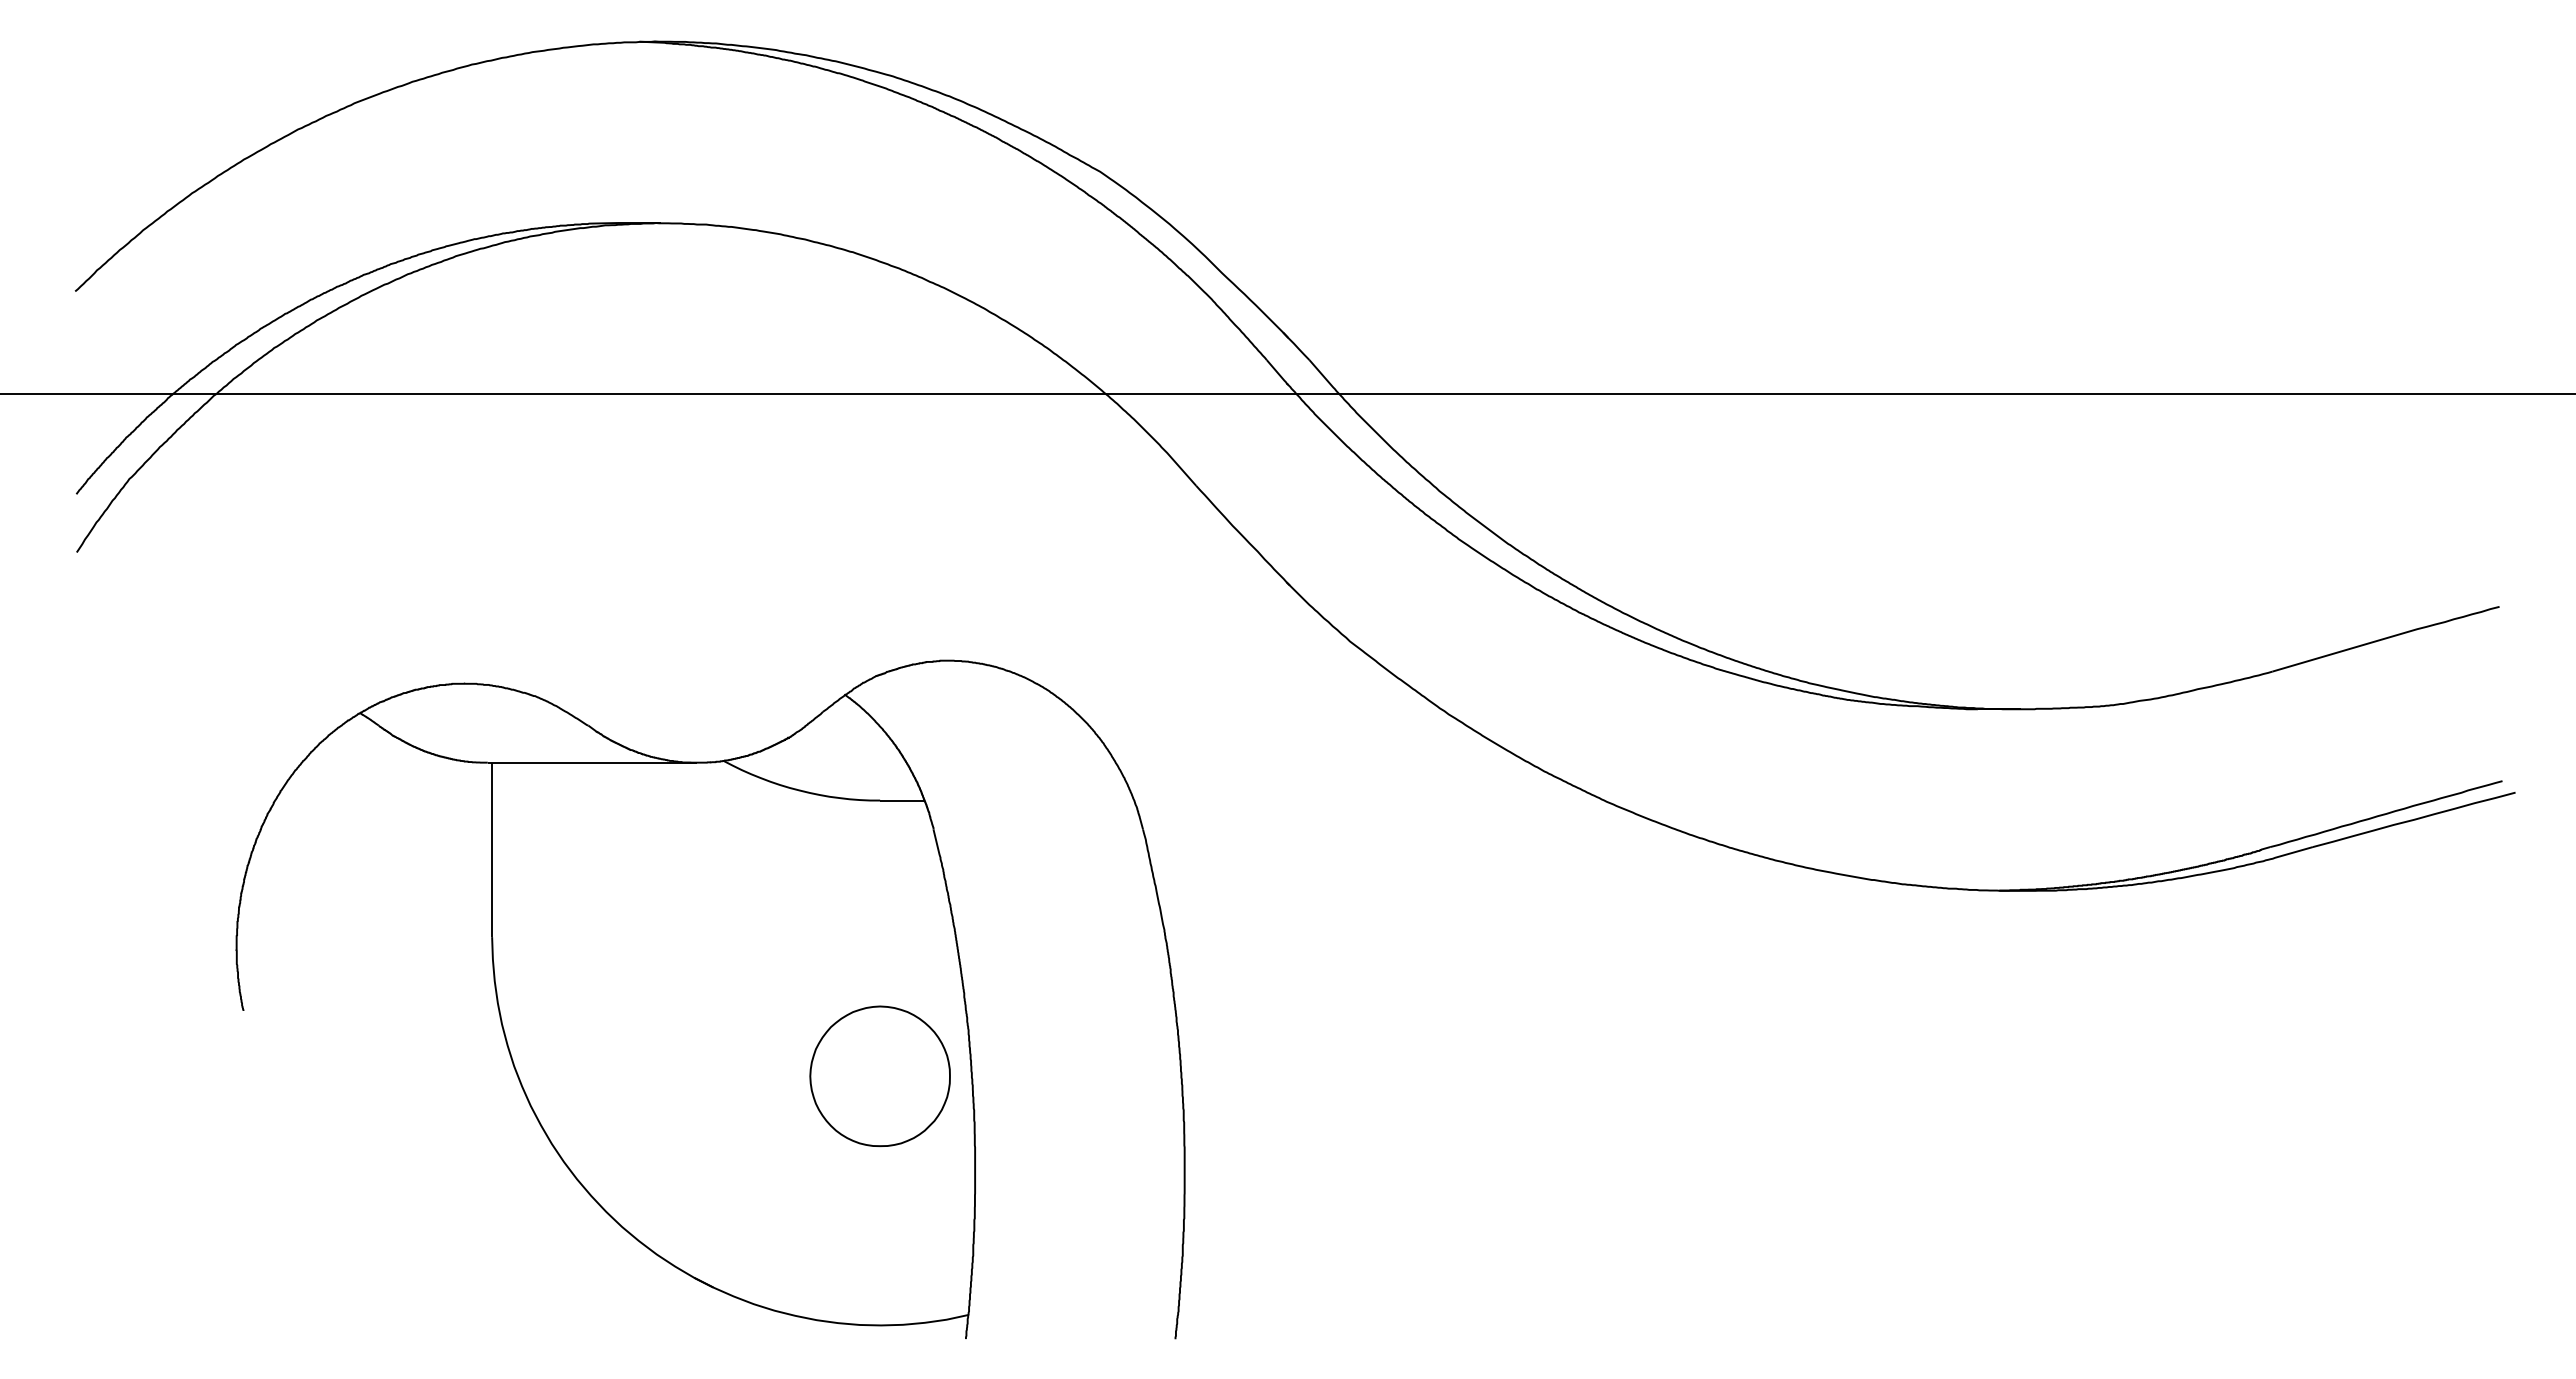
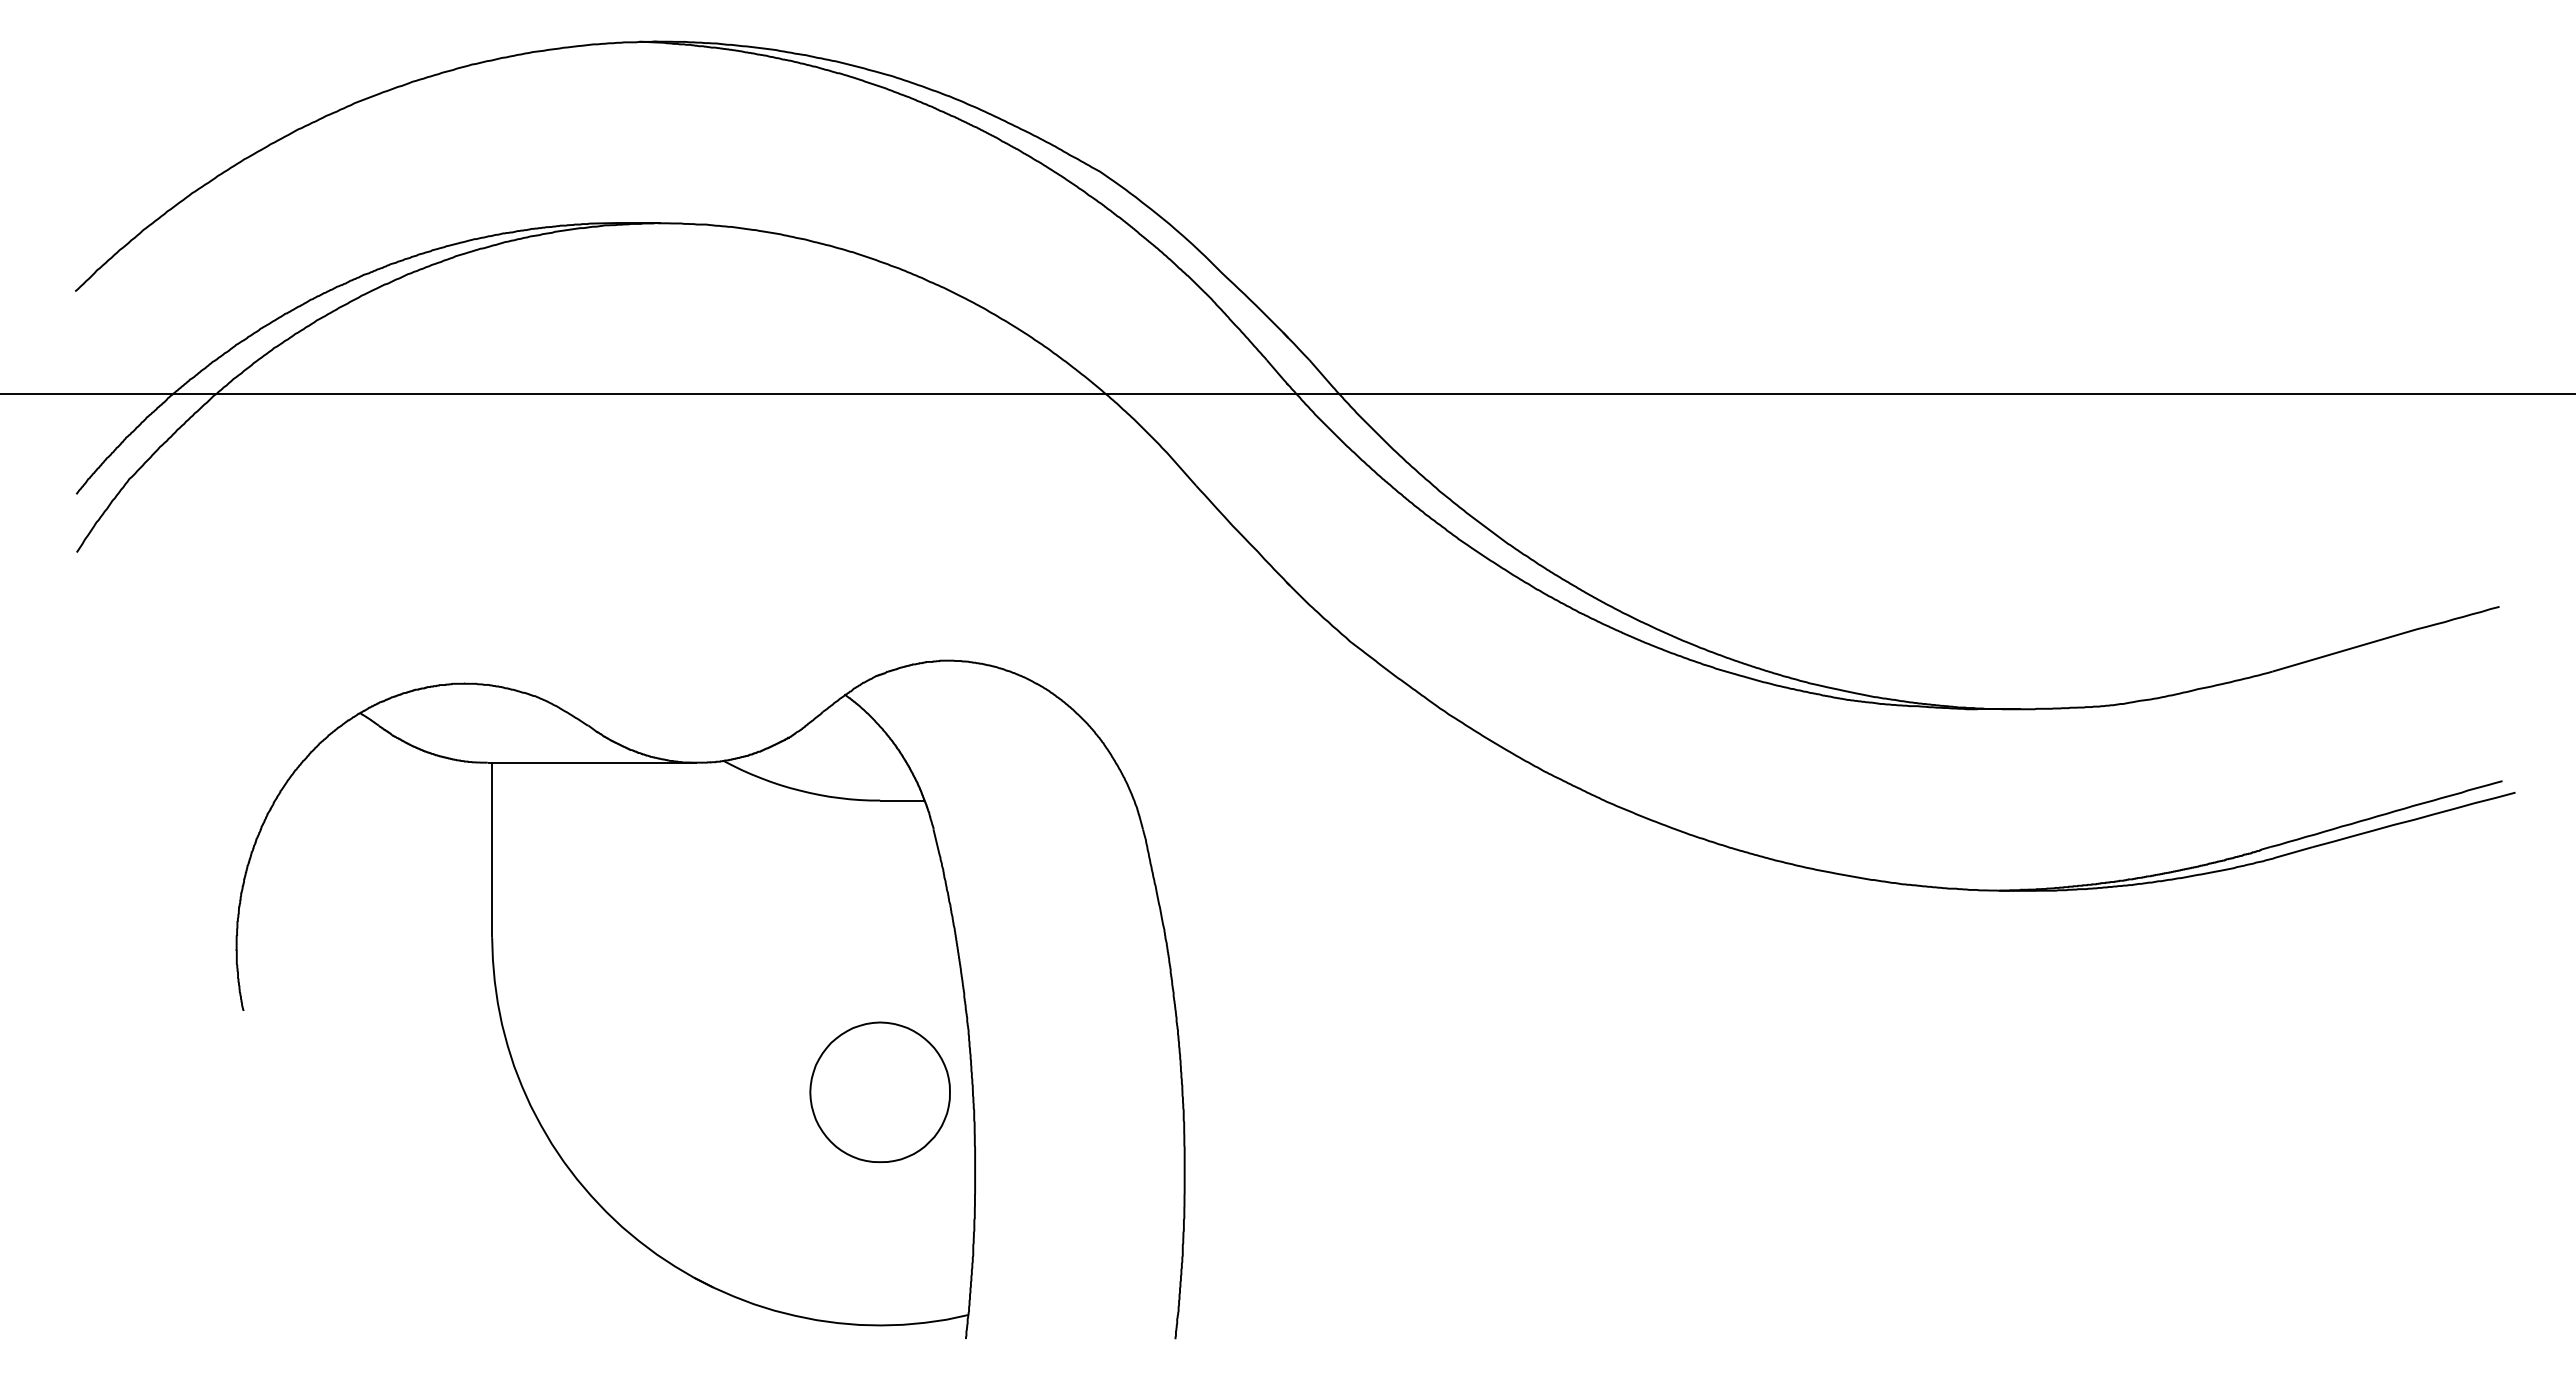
part at (879, 1075) position: (879, 1075) -> (879, 1091)
